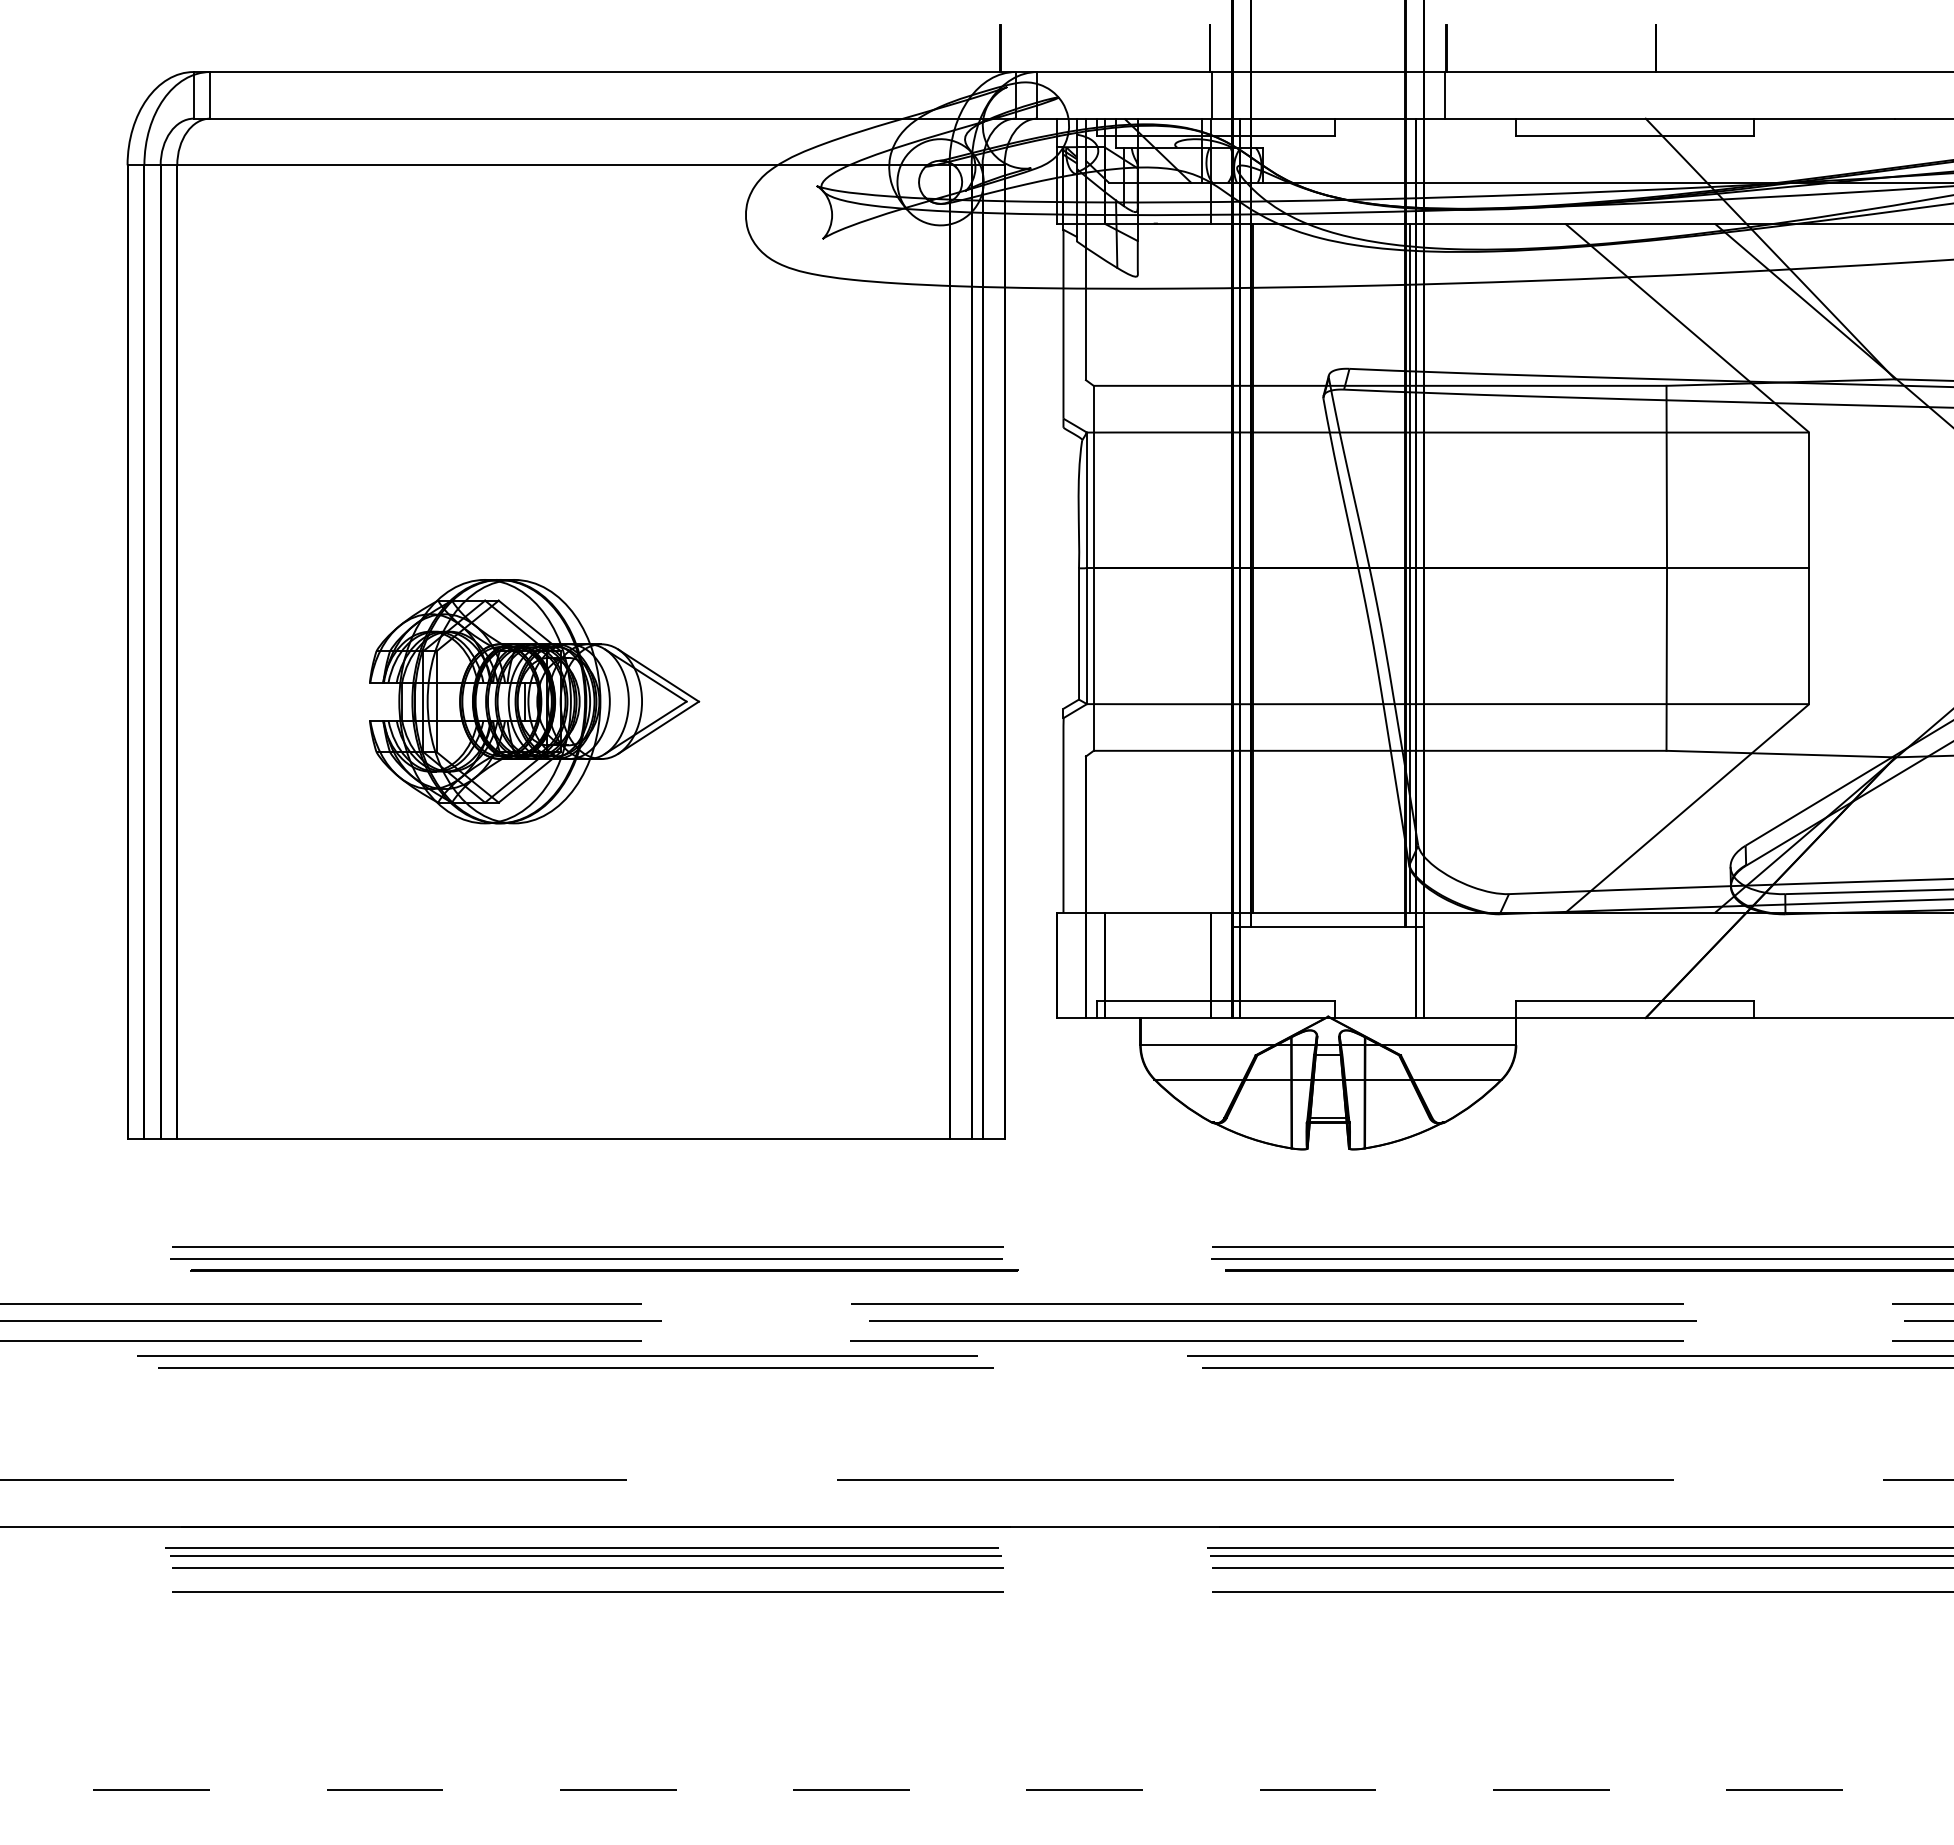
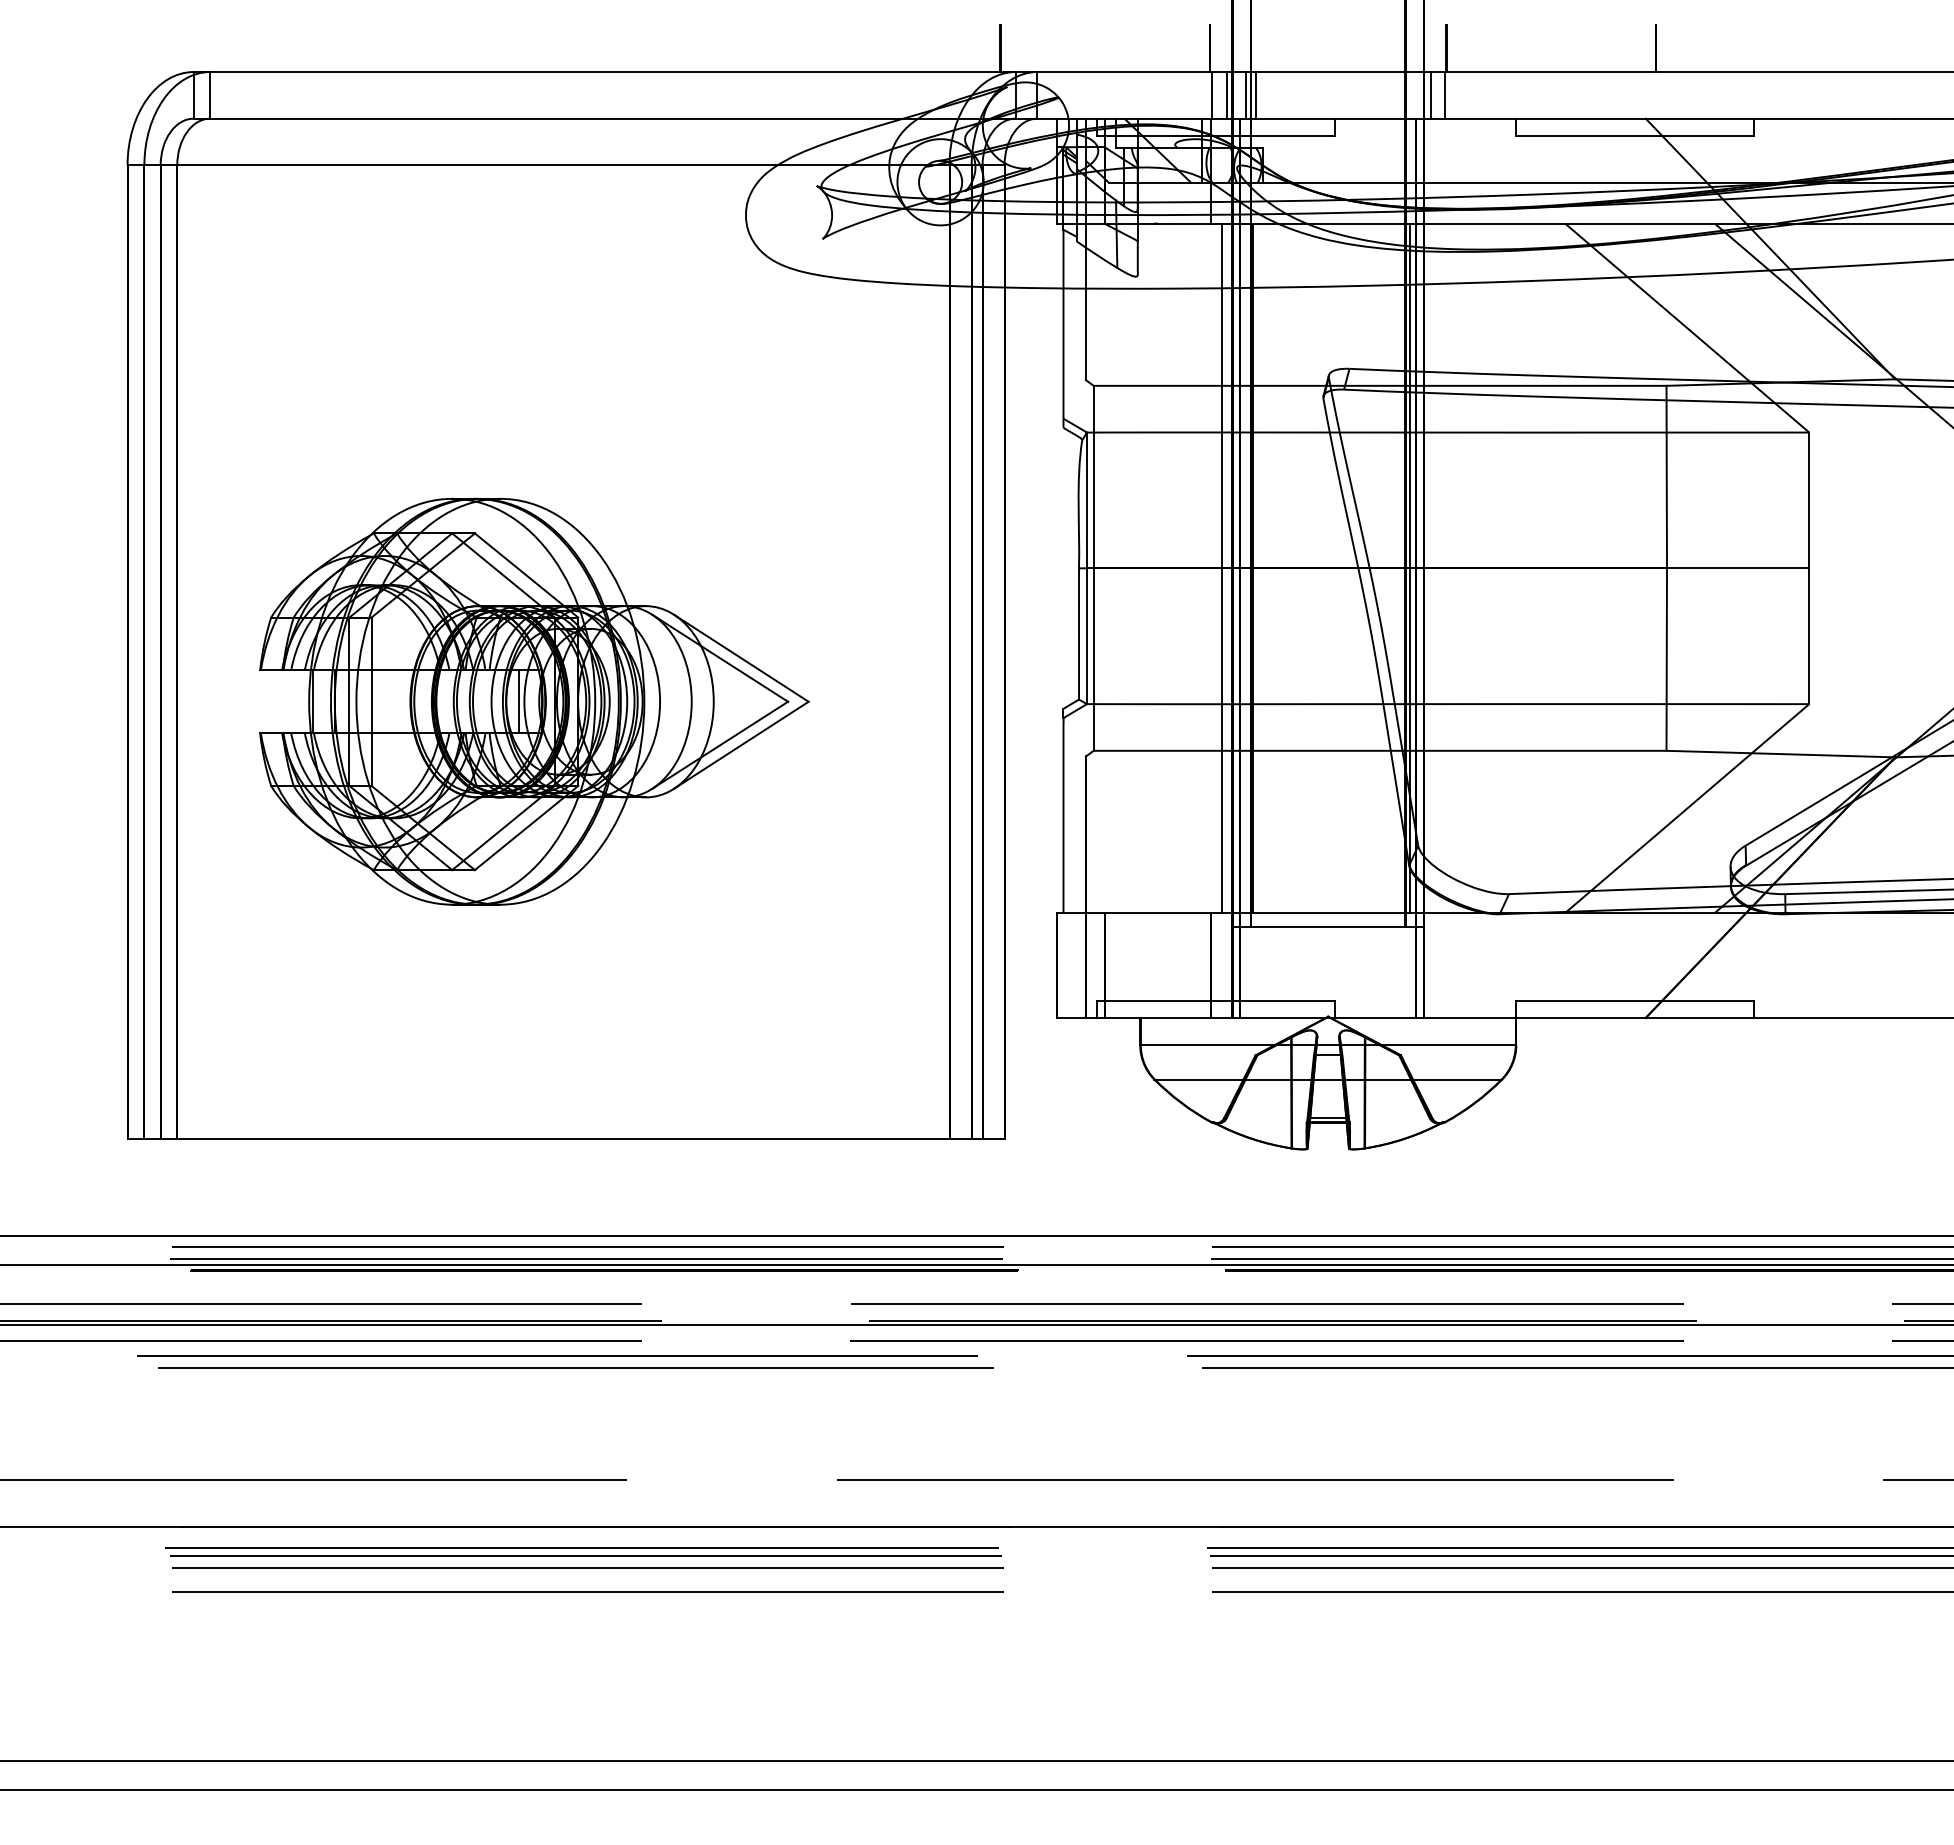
line at (1226, 95): none -> present
line at (1246, 95): none -> present
line at (1256, 95): none -> present
line at (1430, 95): none -> present
line at (1221, 568): none -> present
part at (534, 701) size: 332x246 px -> 551x409 px
line at (976, 1235): none -> present
line at (976, 1265): none -> present
line at (976, 1324): none -> present
line at (976, 1760): none -> present
line at (976, 1789): dashed -> solid
